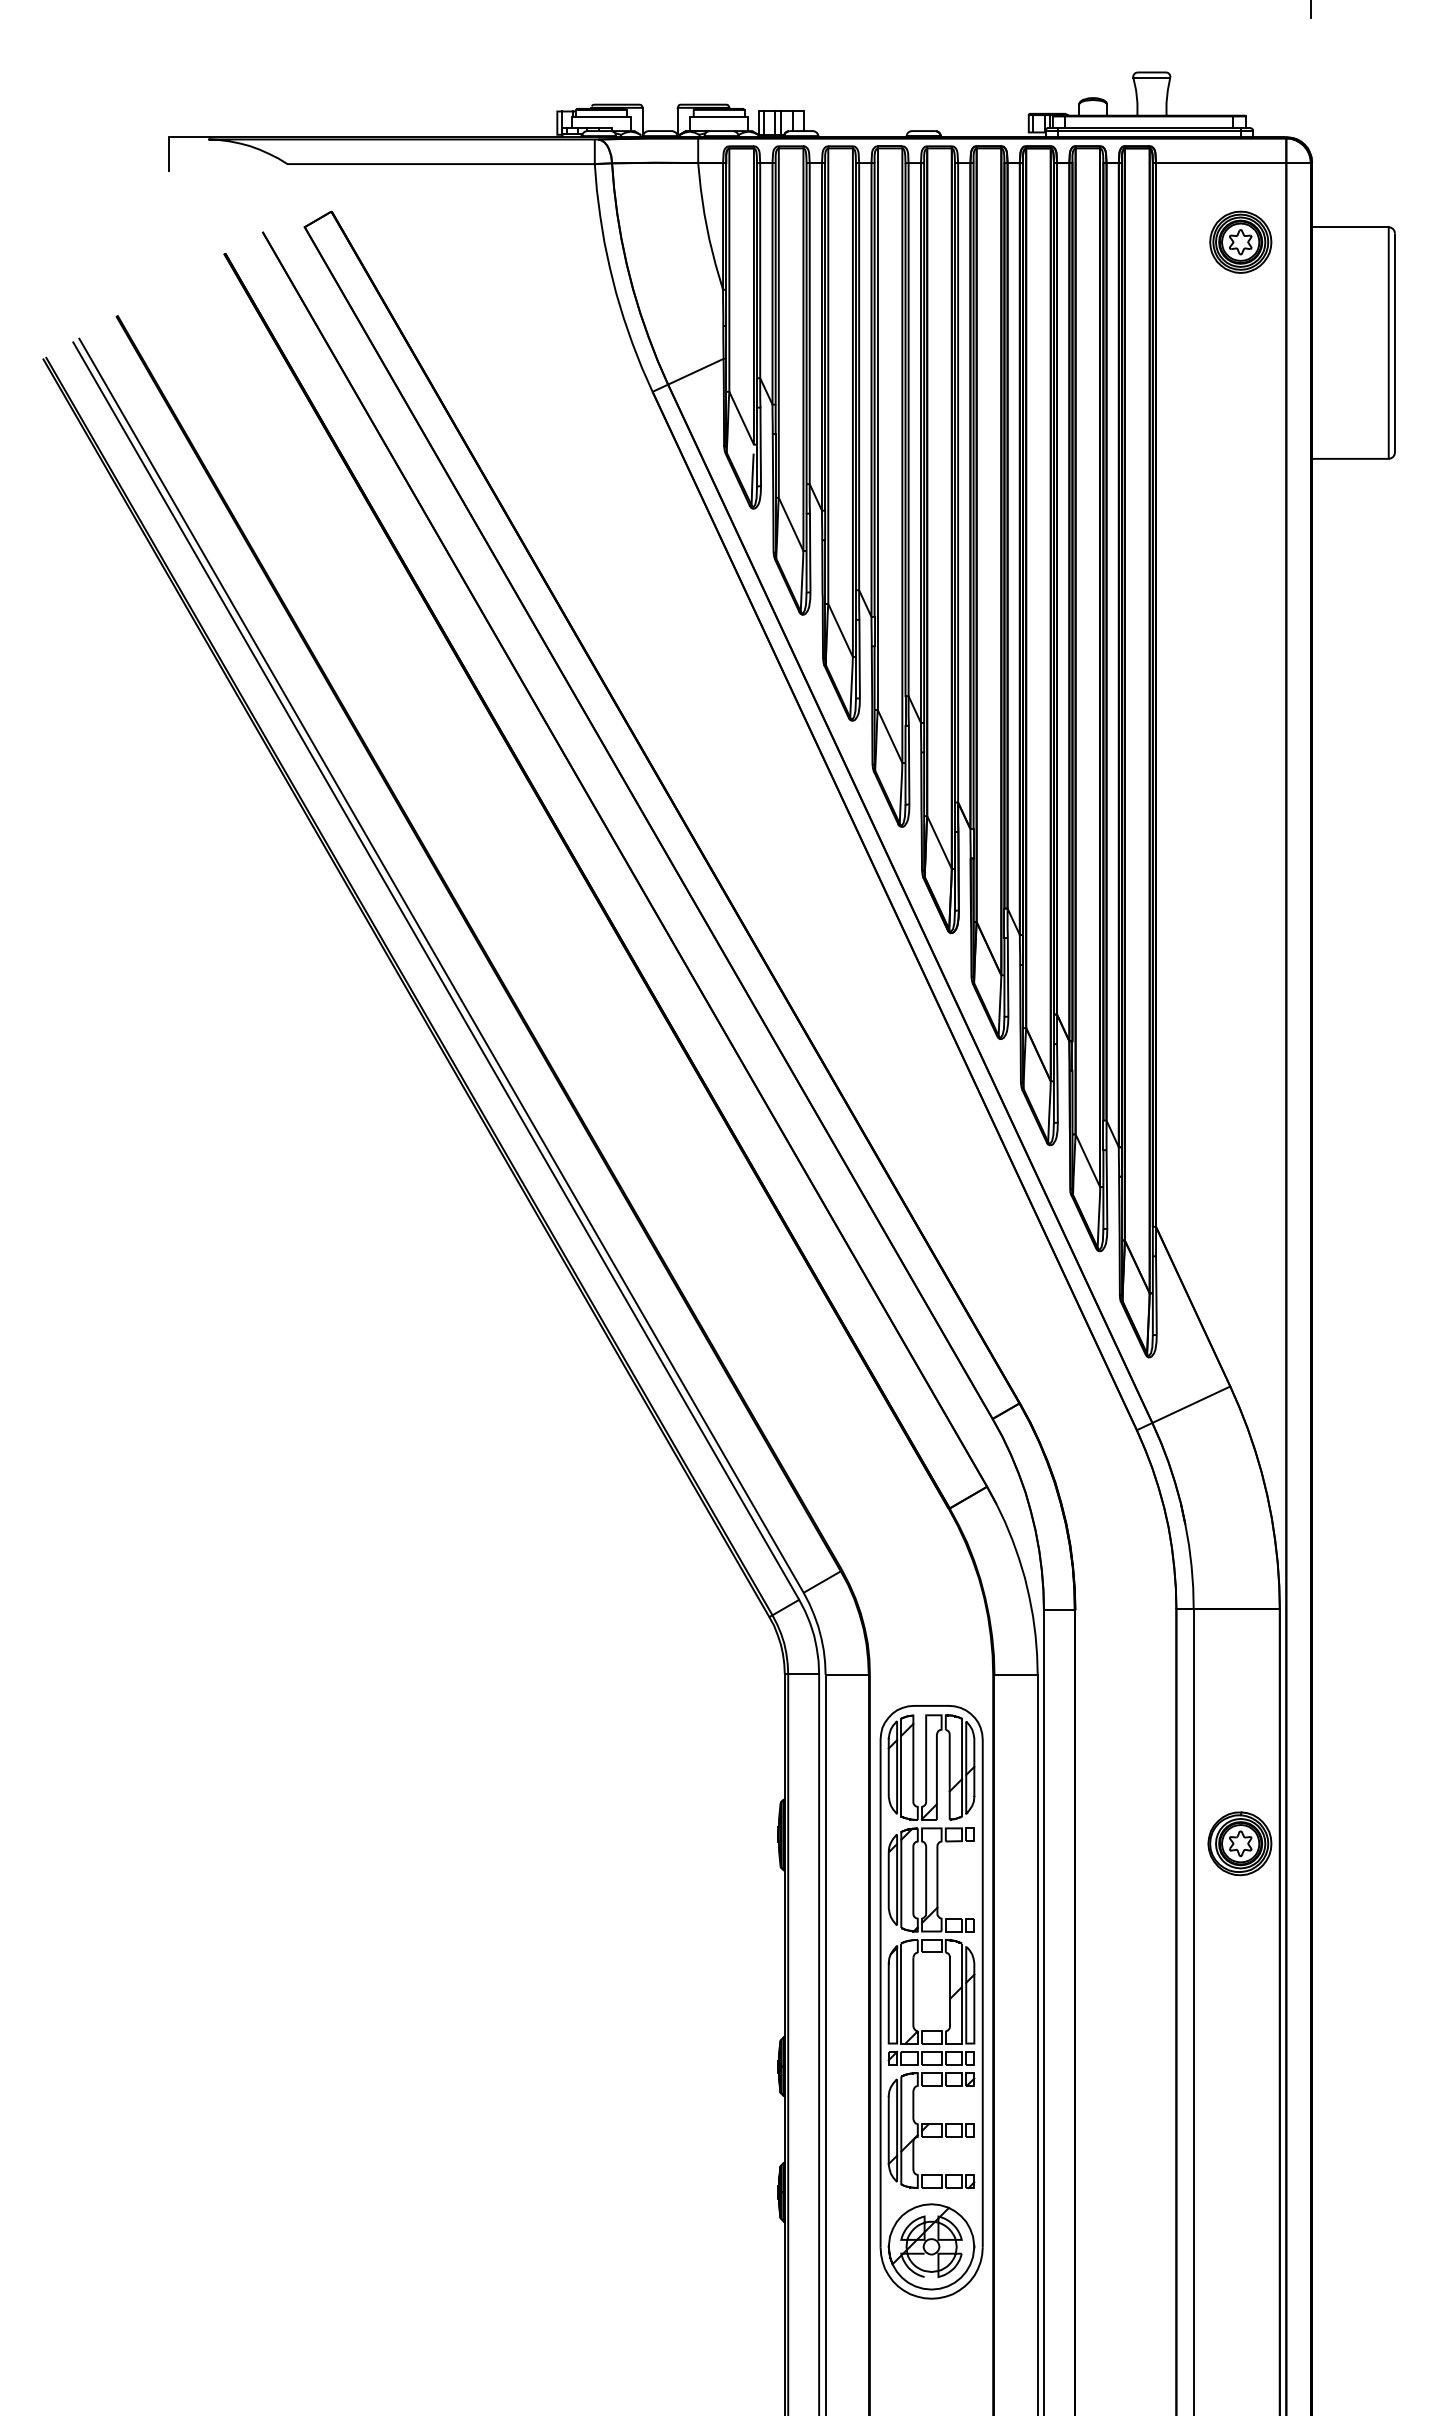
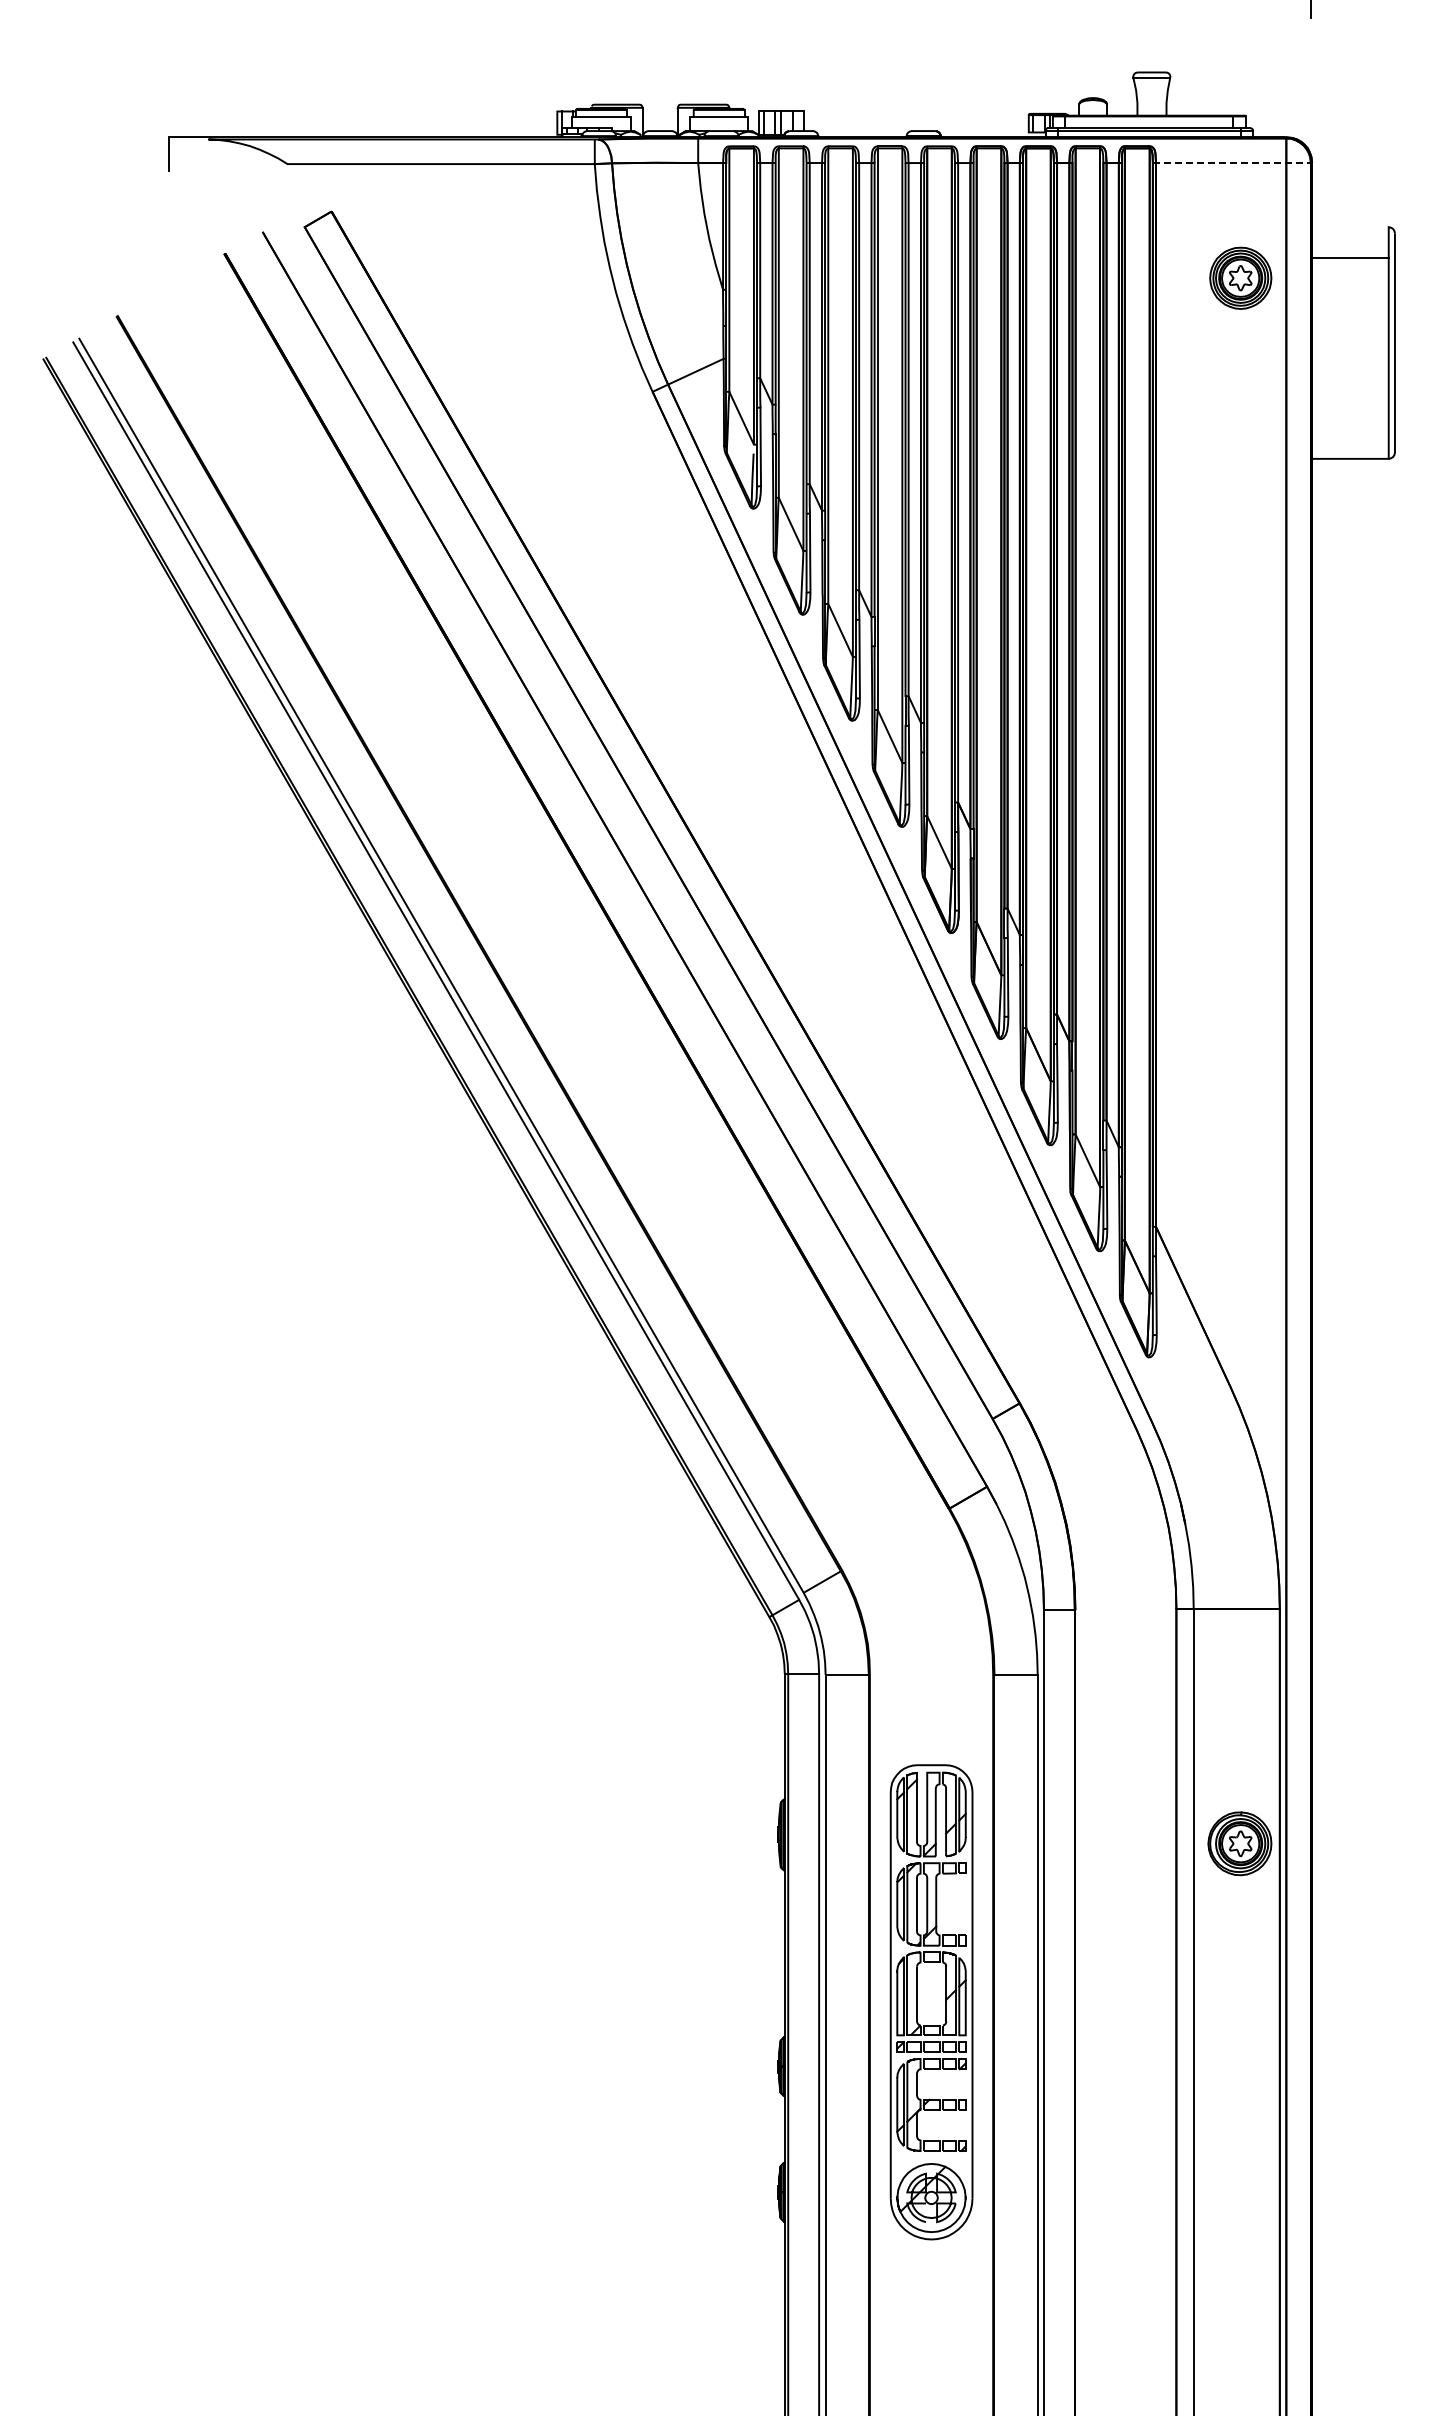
line at (1232, 163): solid -> dashed
line at (1349, 227) position: (1349, 227) -> (1349, 258)
part at (1240, 241) position: (1240, 241) -> (1240, 277)
line at (1183, 1408): present -> none
part at (931, 2002) size: 105x595 px -> 85x477 px
